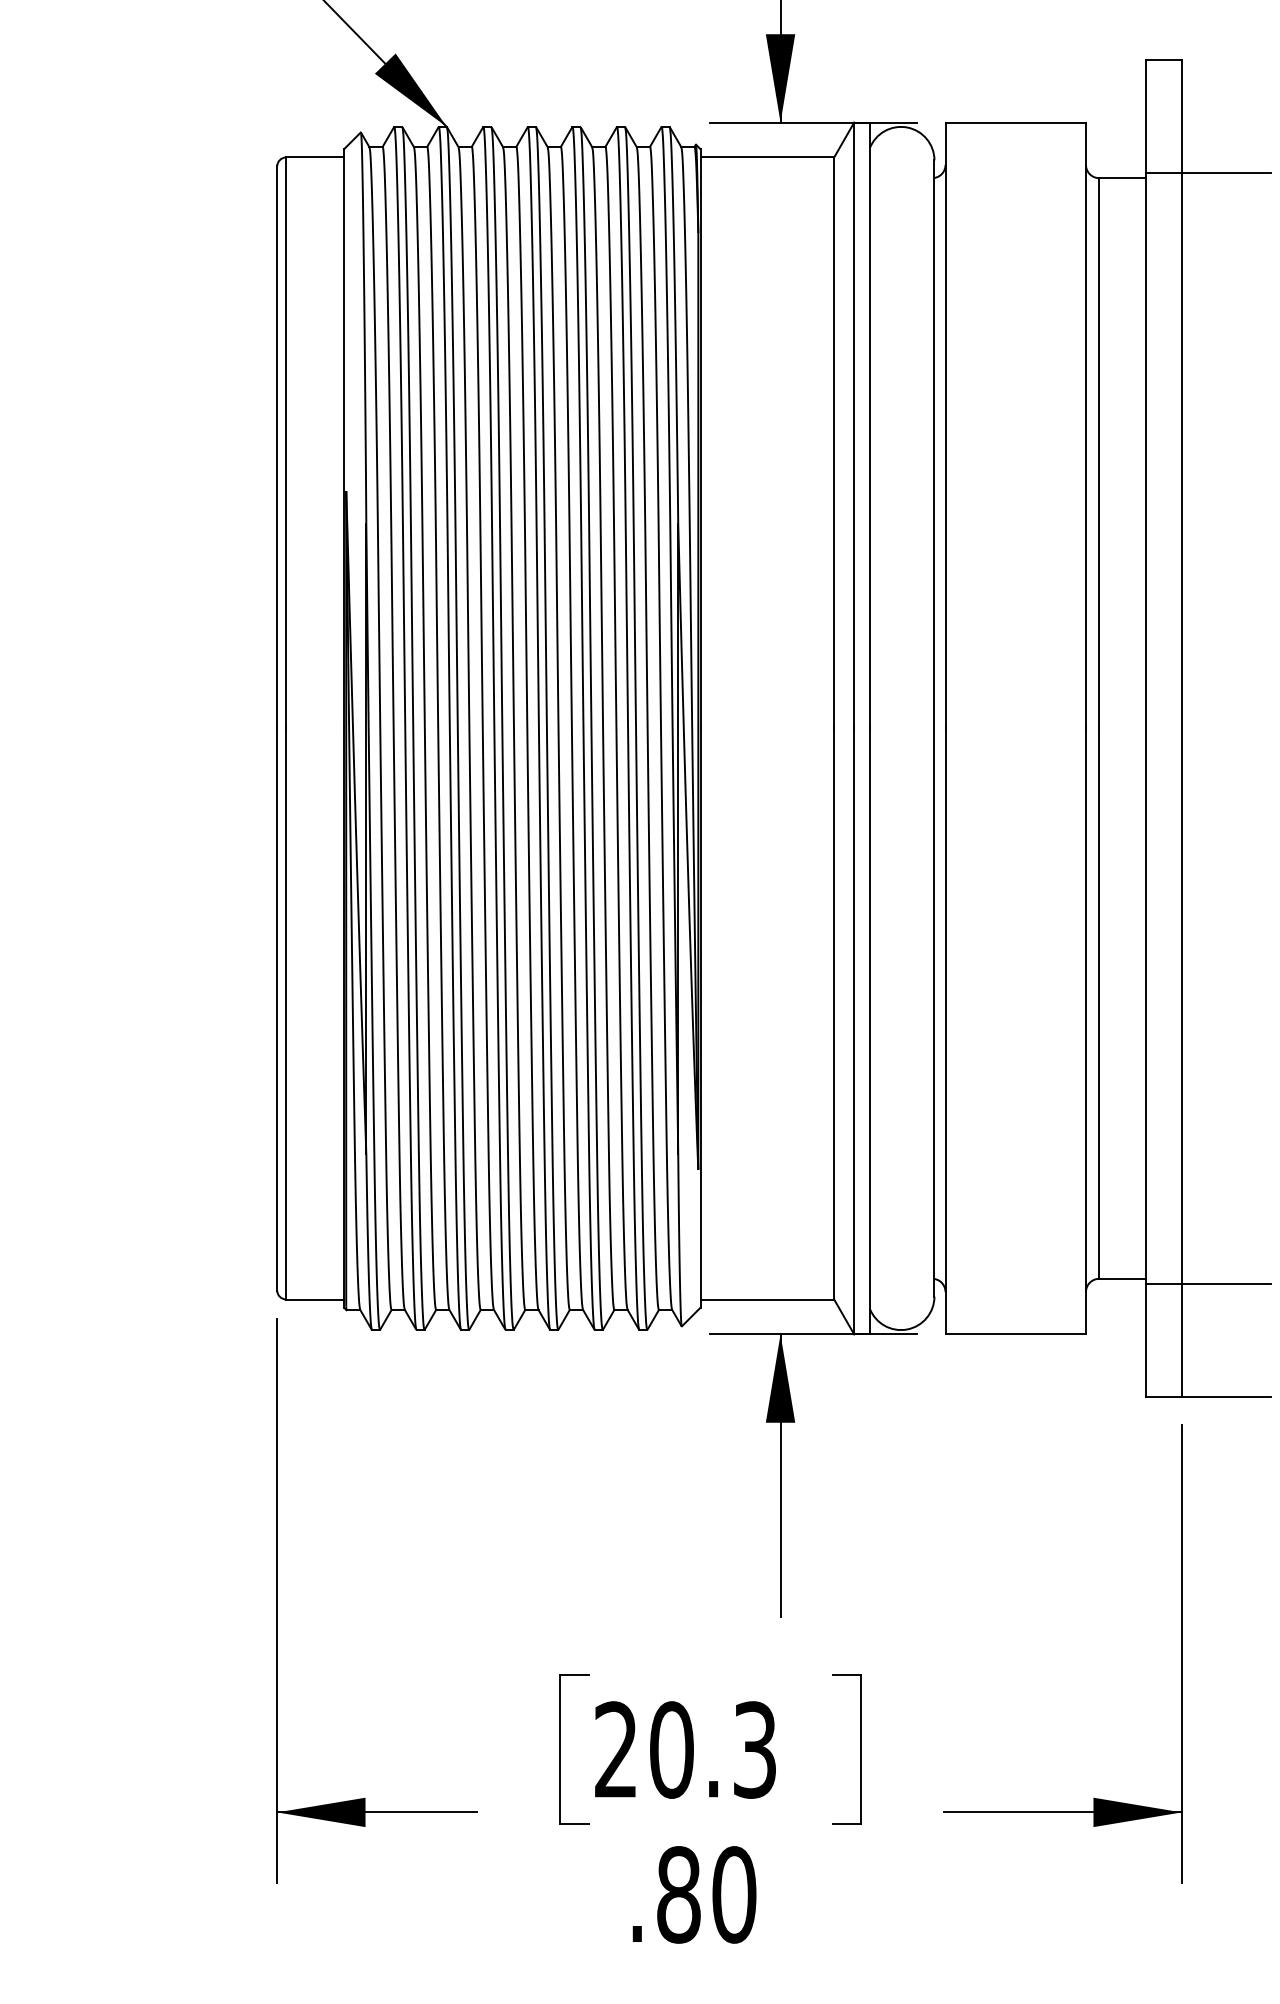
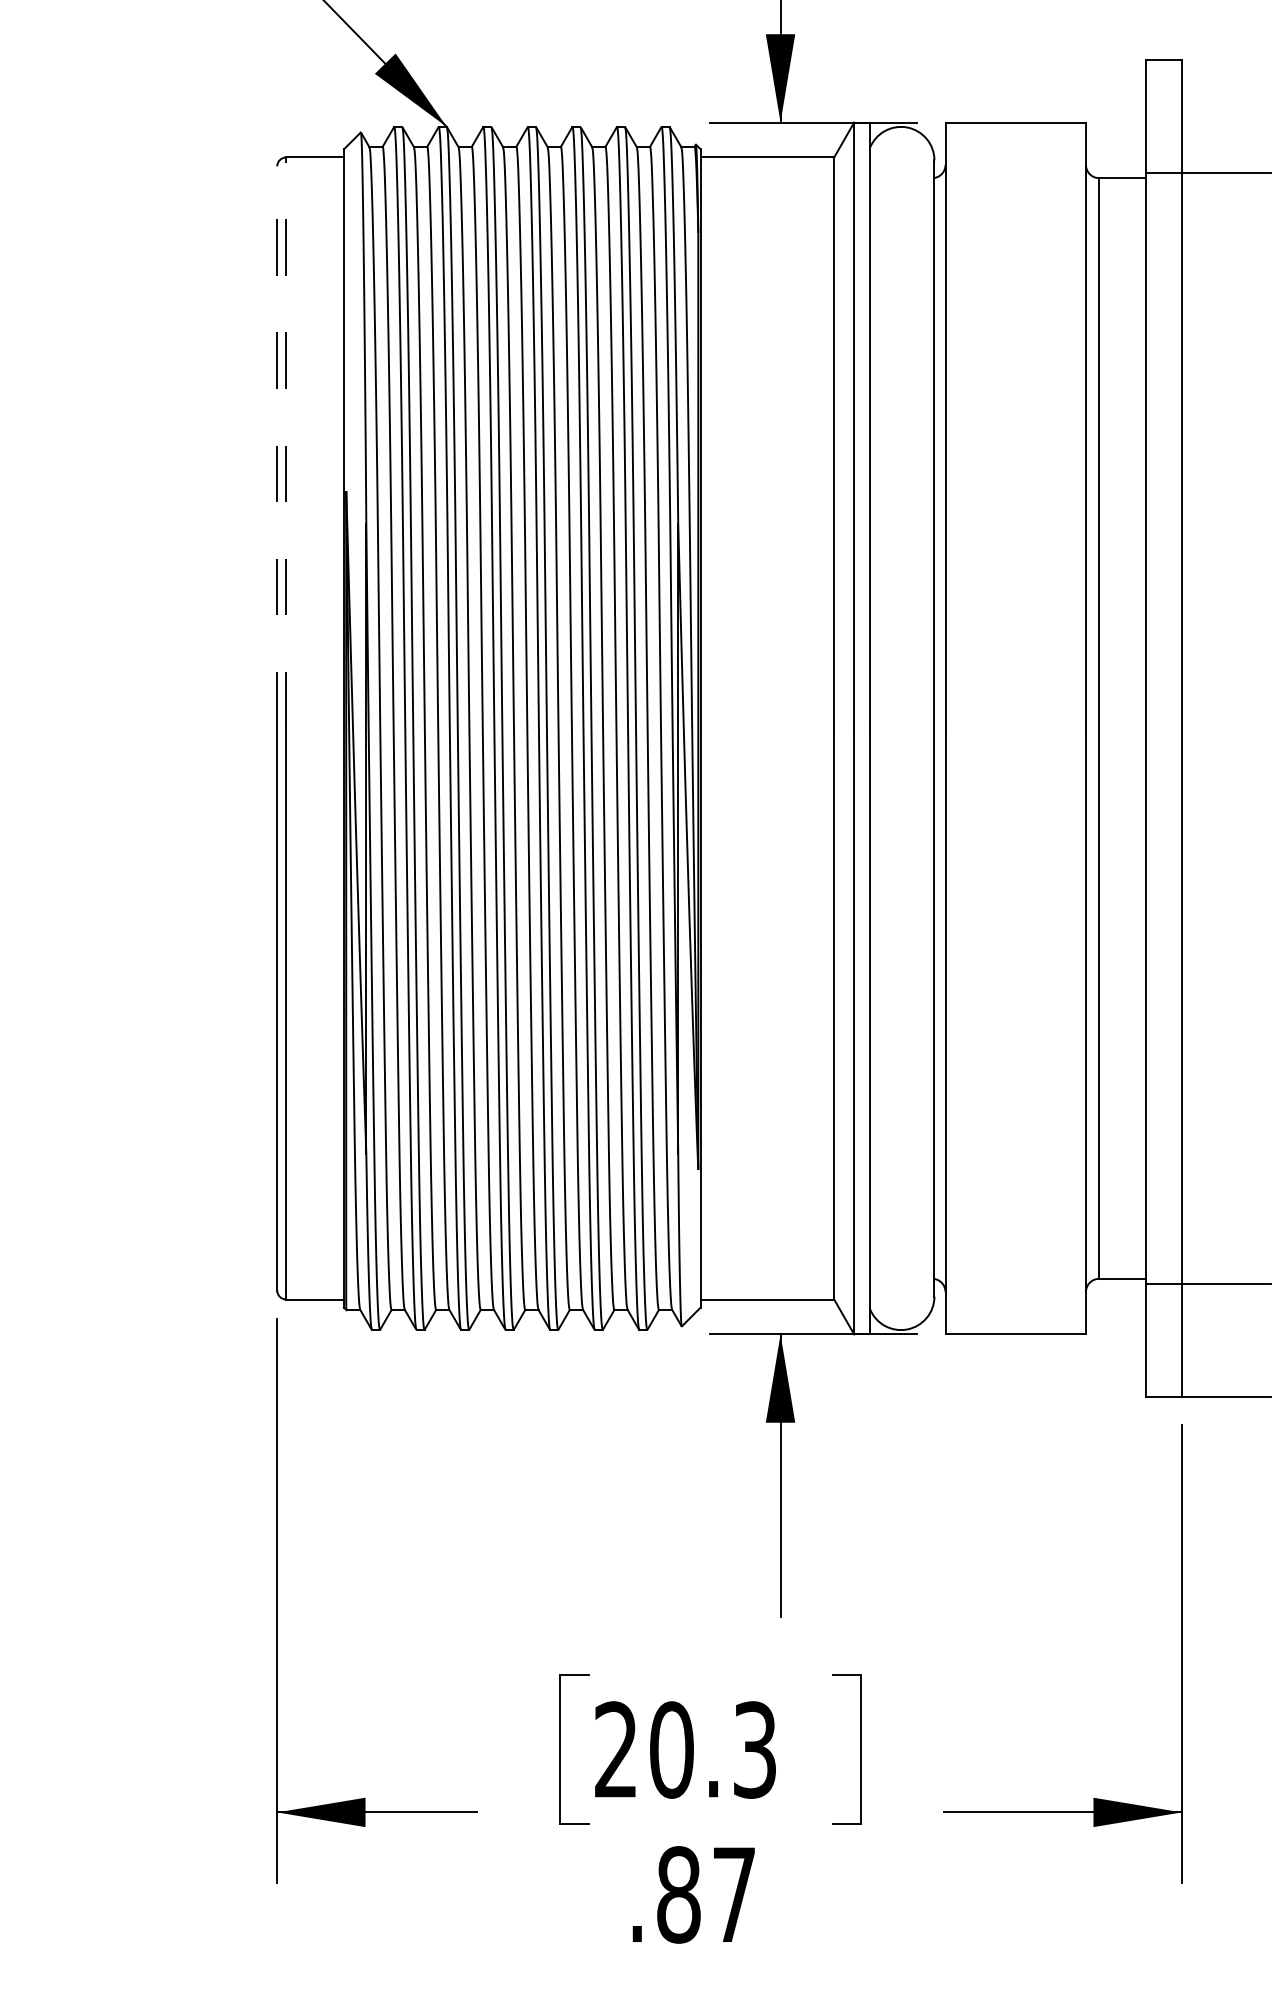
line at (286, 442): solid -> dashed
line at (277, 446): solid -> dashed
text at (734, 1894): .80 -> .87
